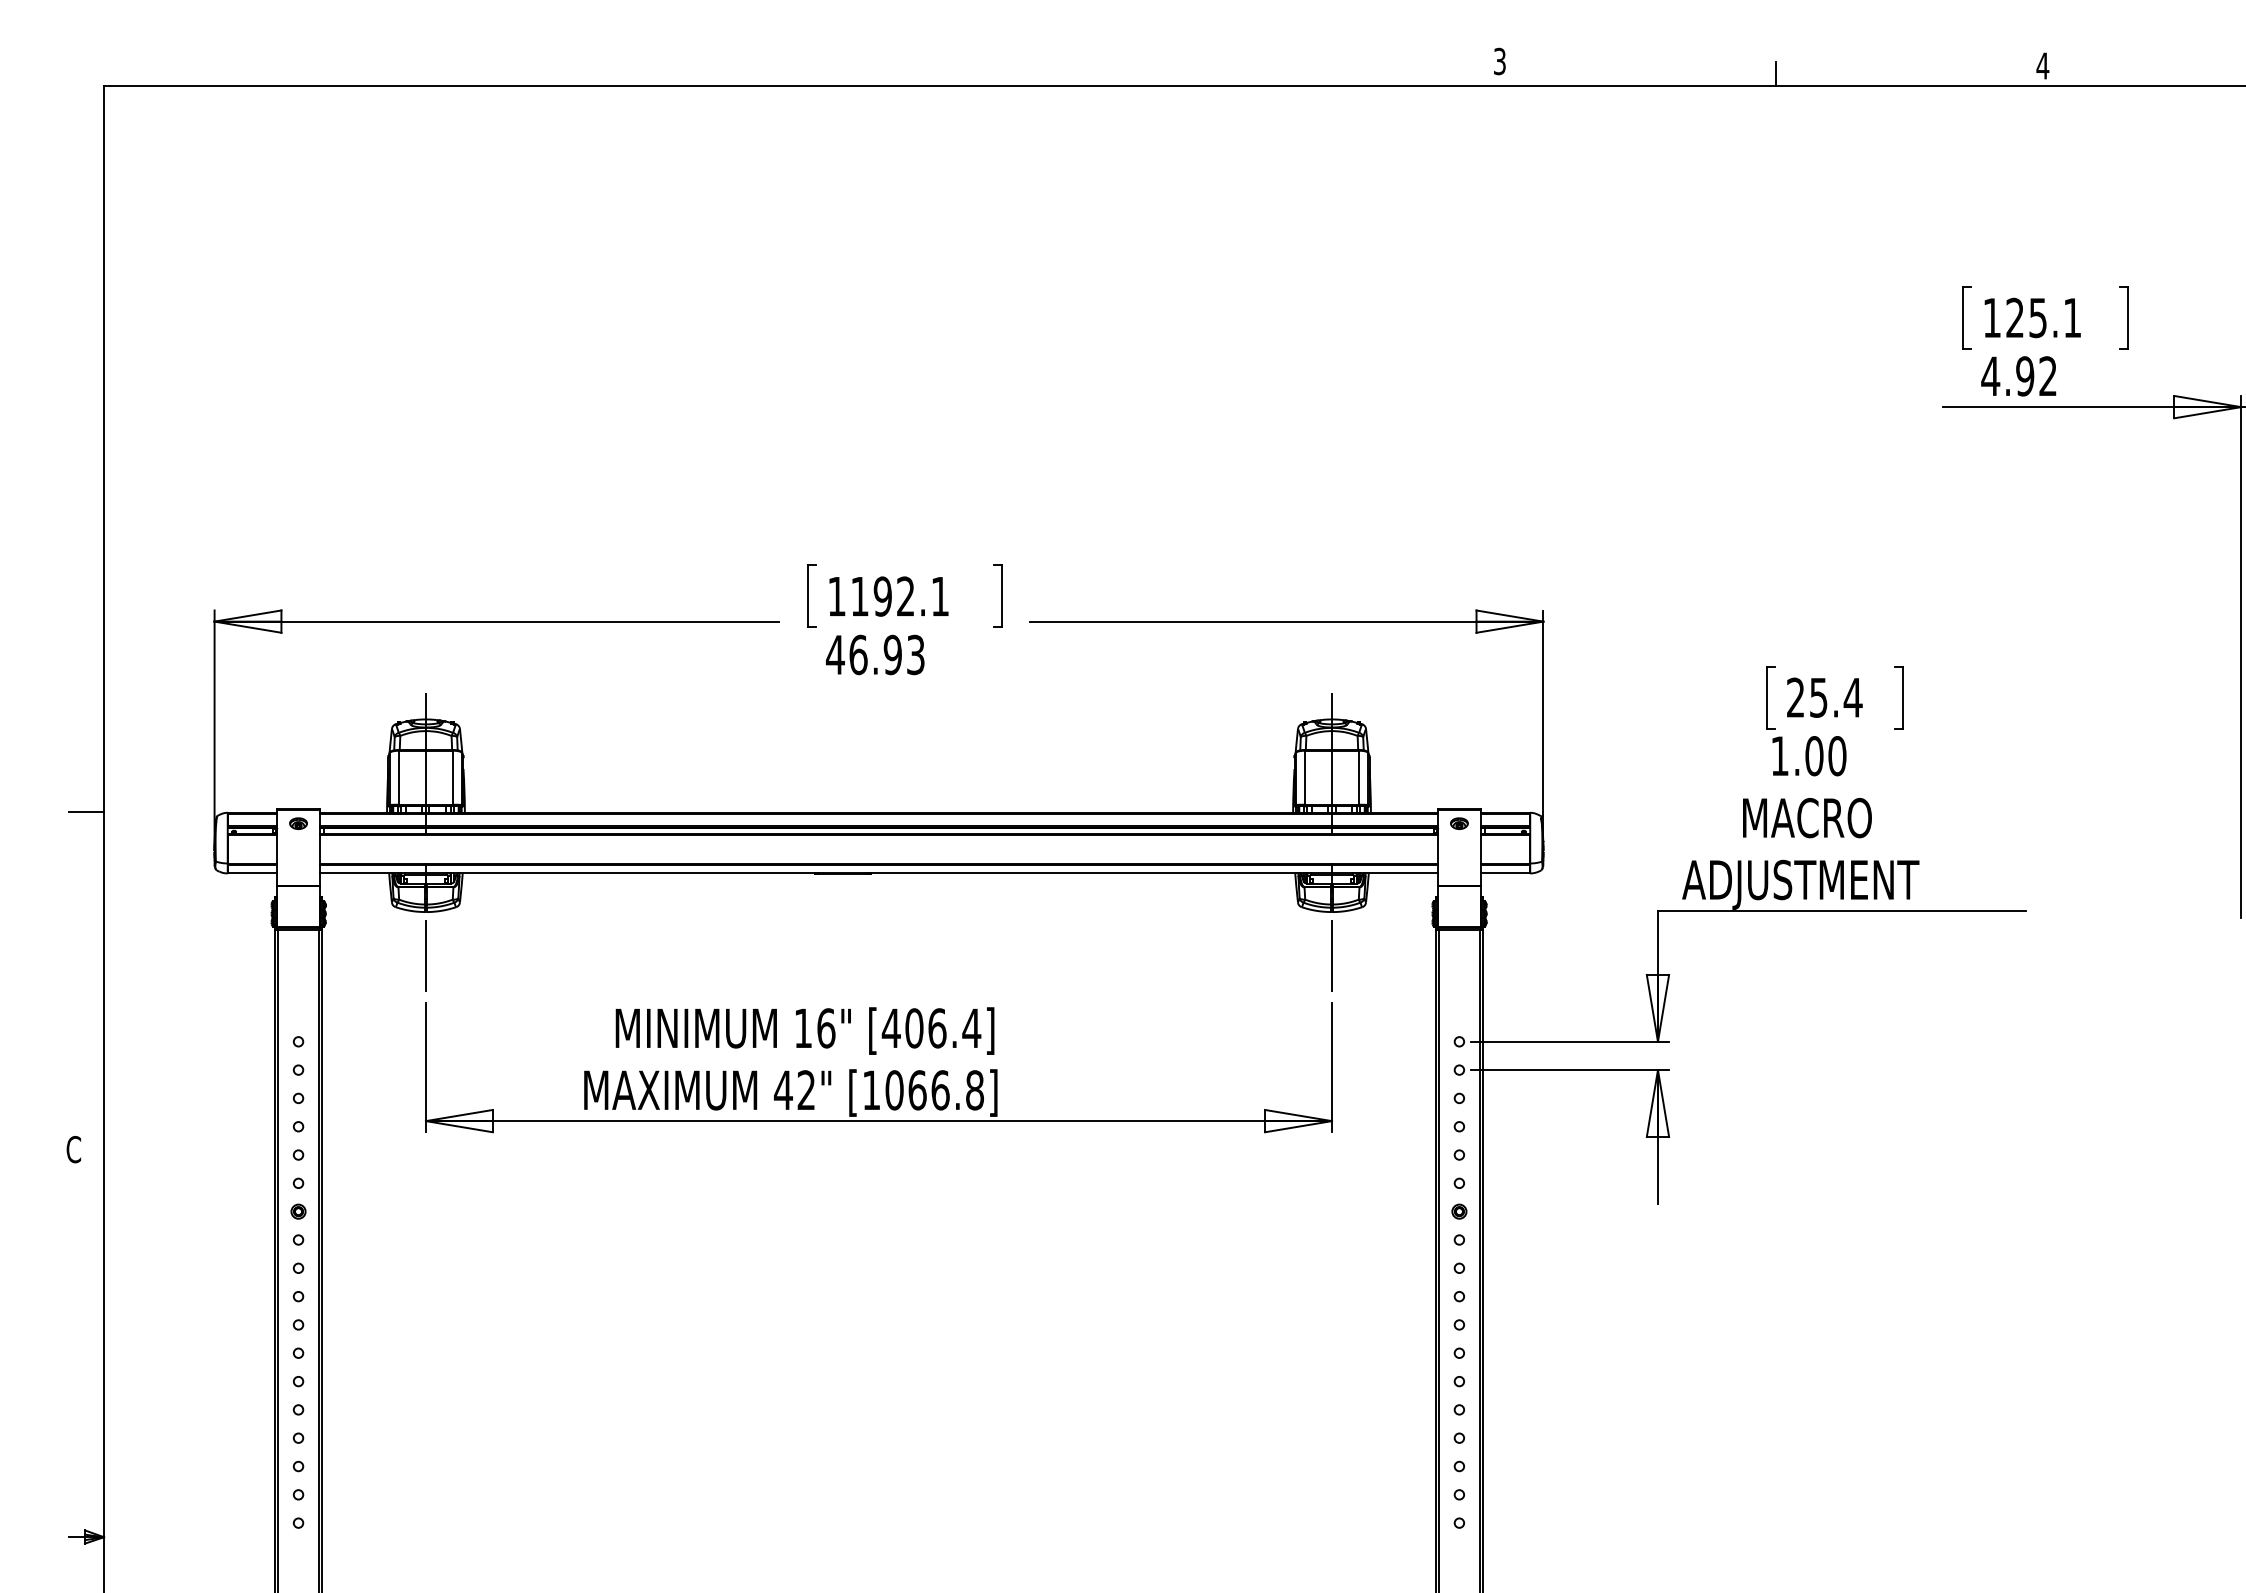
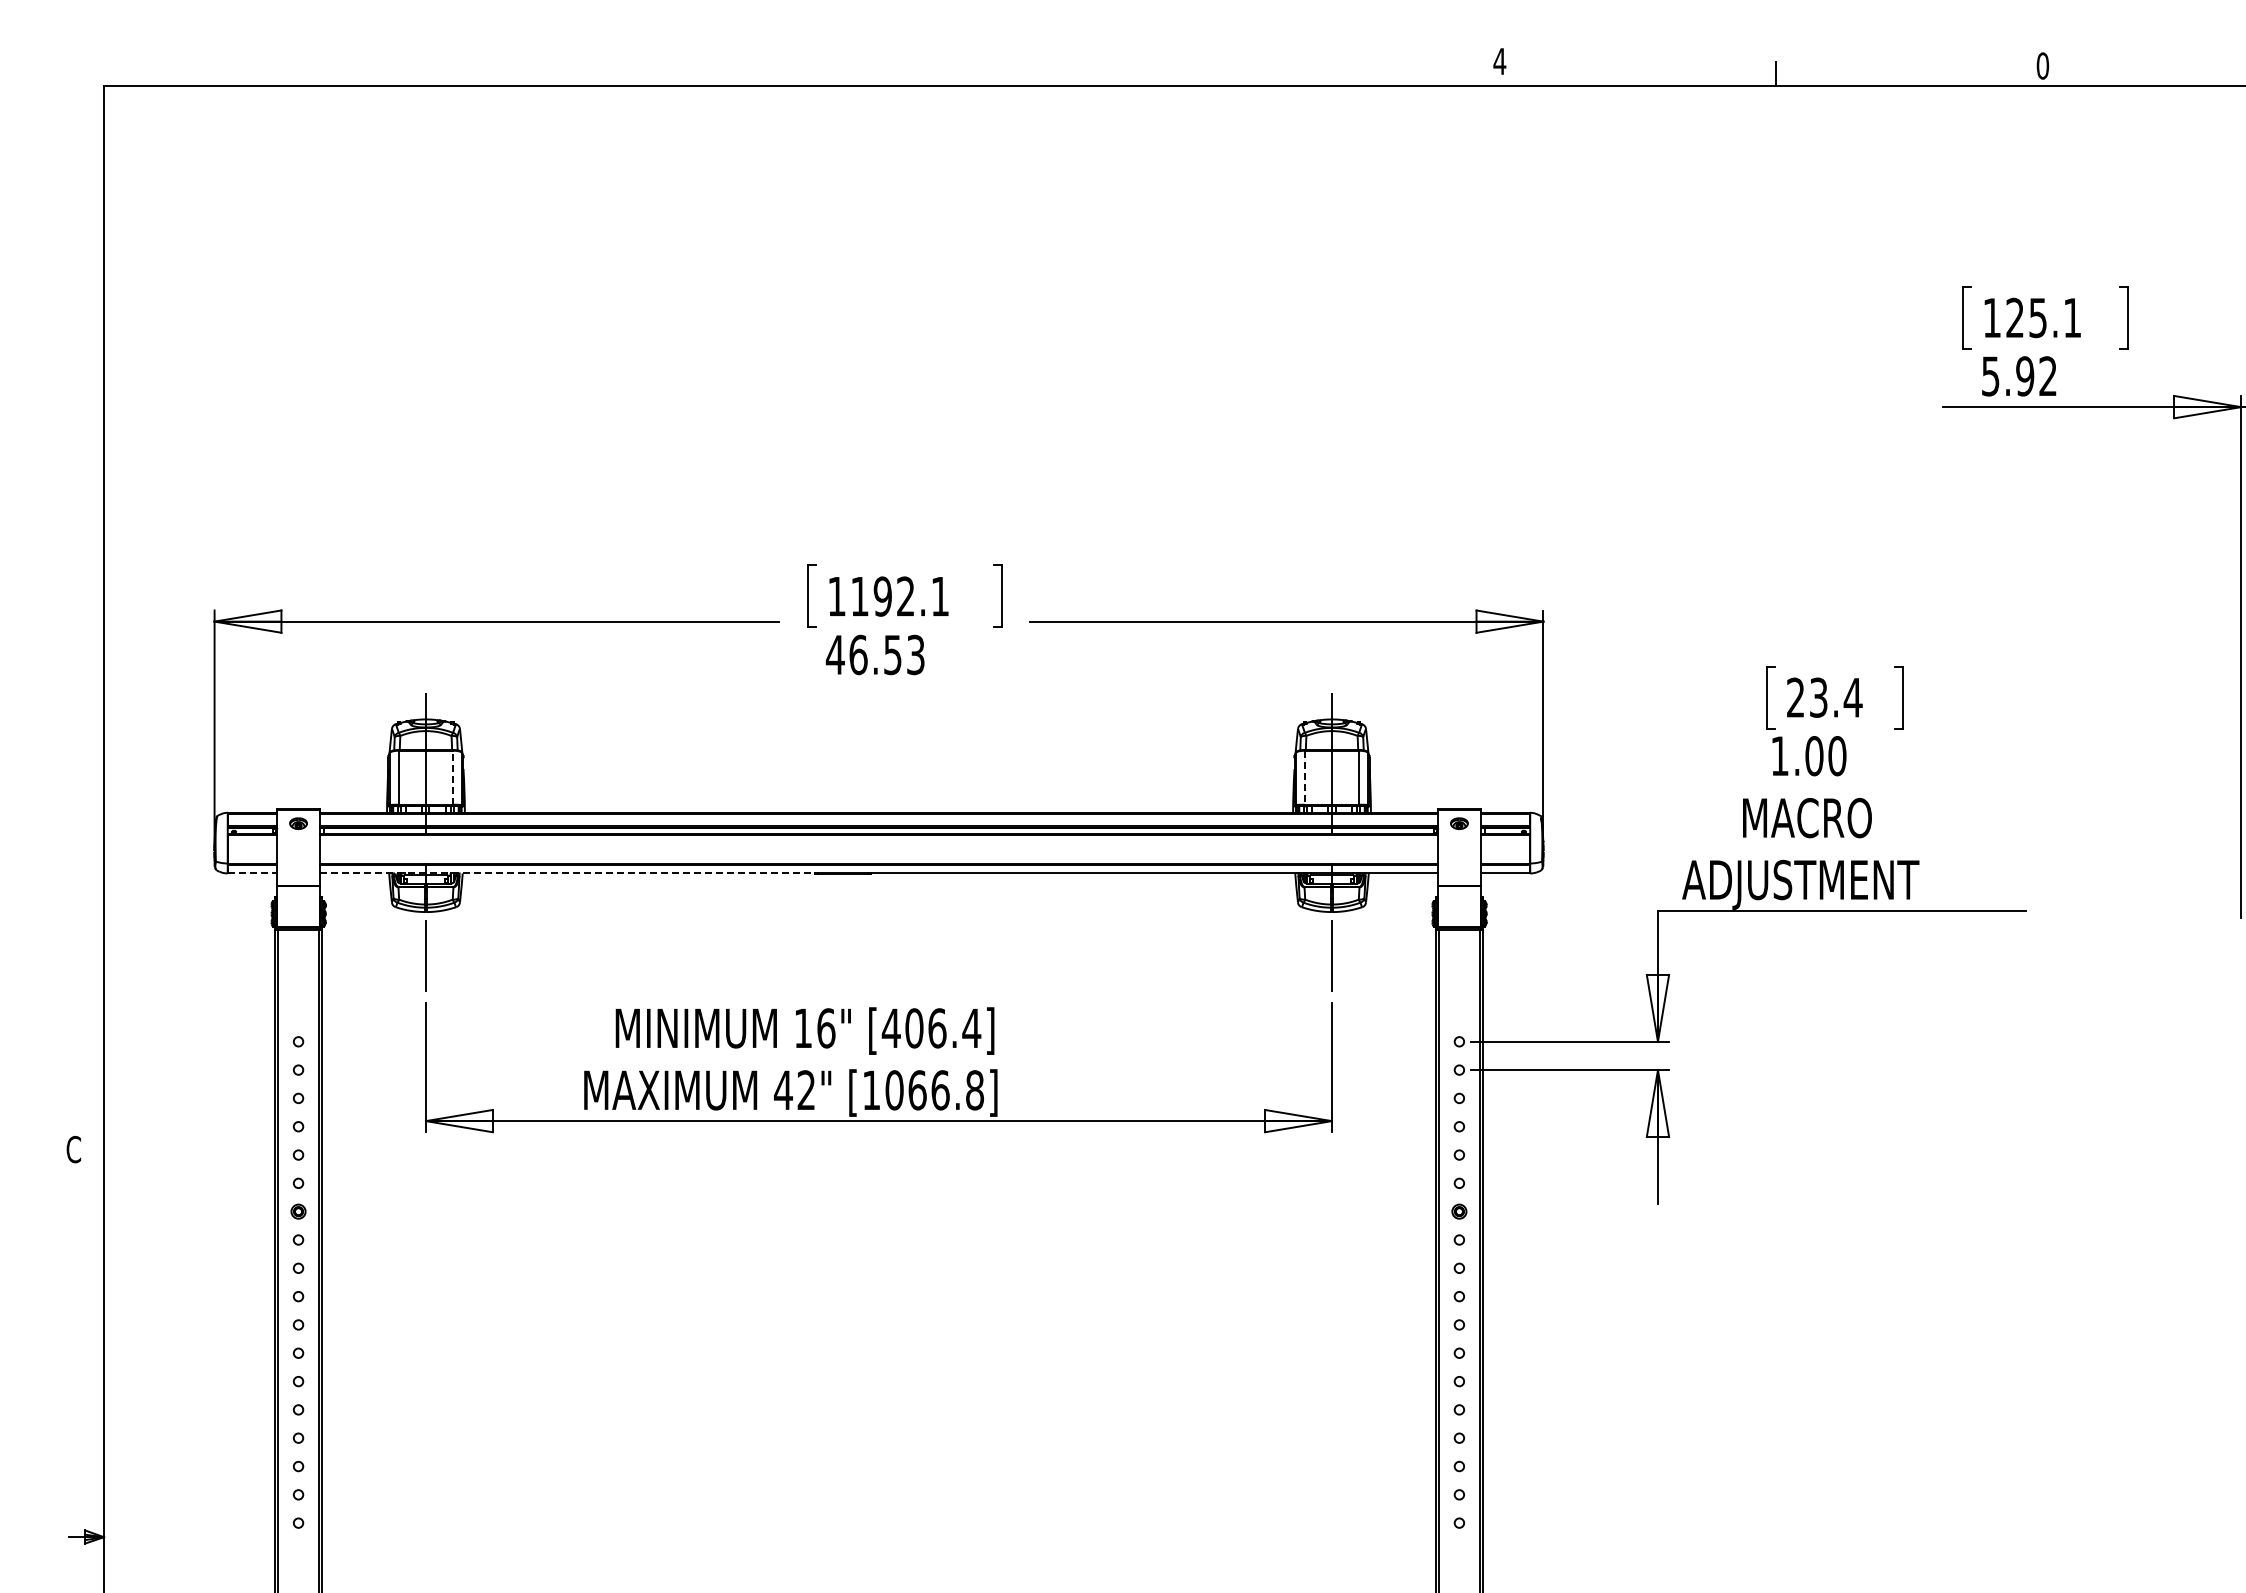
text at (1499, 61): 3 -> 4
text at (2042, 65): 4 -> 0
text at (1990, 376): 4.92 -> 5.92
text at (892, 654): 46.93 -> 46.53
text at (1818, 697): 25.4 -> 23.4
line at (453, 777): solid -> dashed
line at (1304, 777): solid -> dashed
line at (86, 811): present -> none
line at (252, 873): solid -> dashed
line at (567, 873): solid -> dashed
